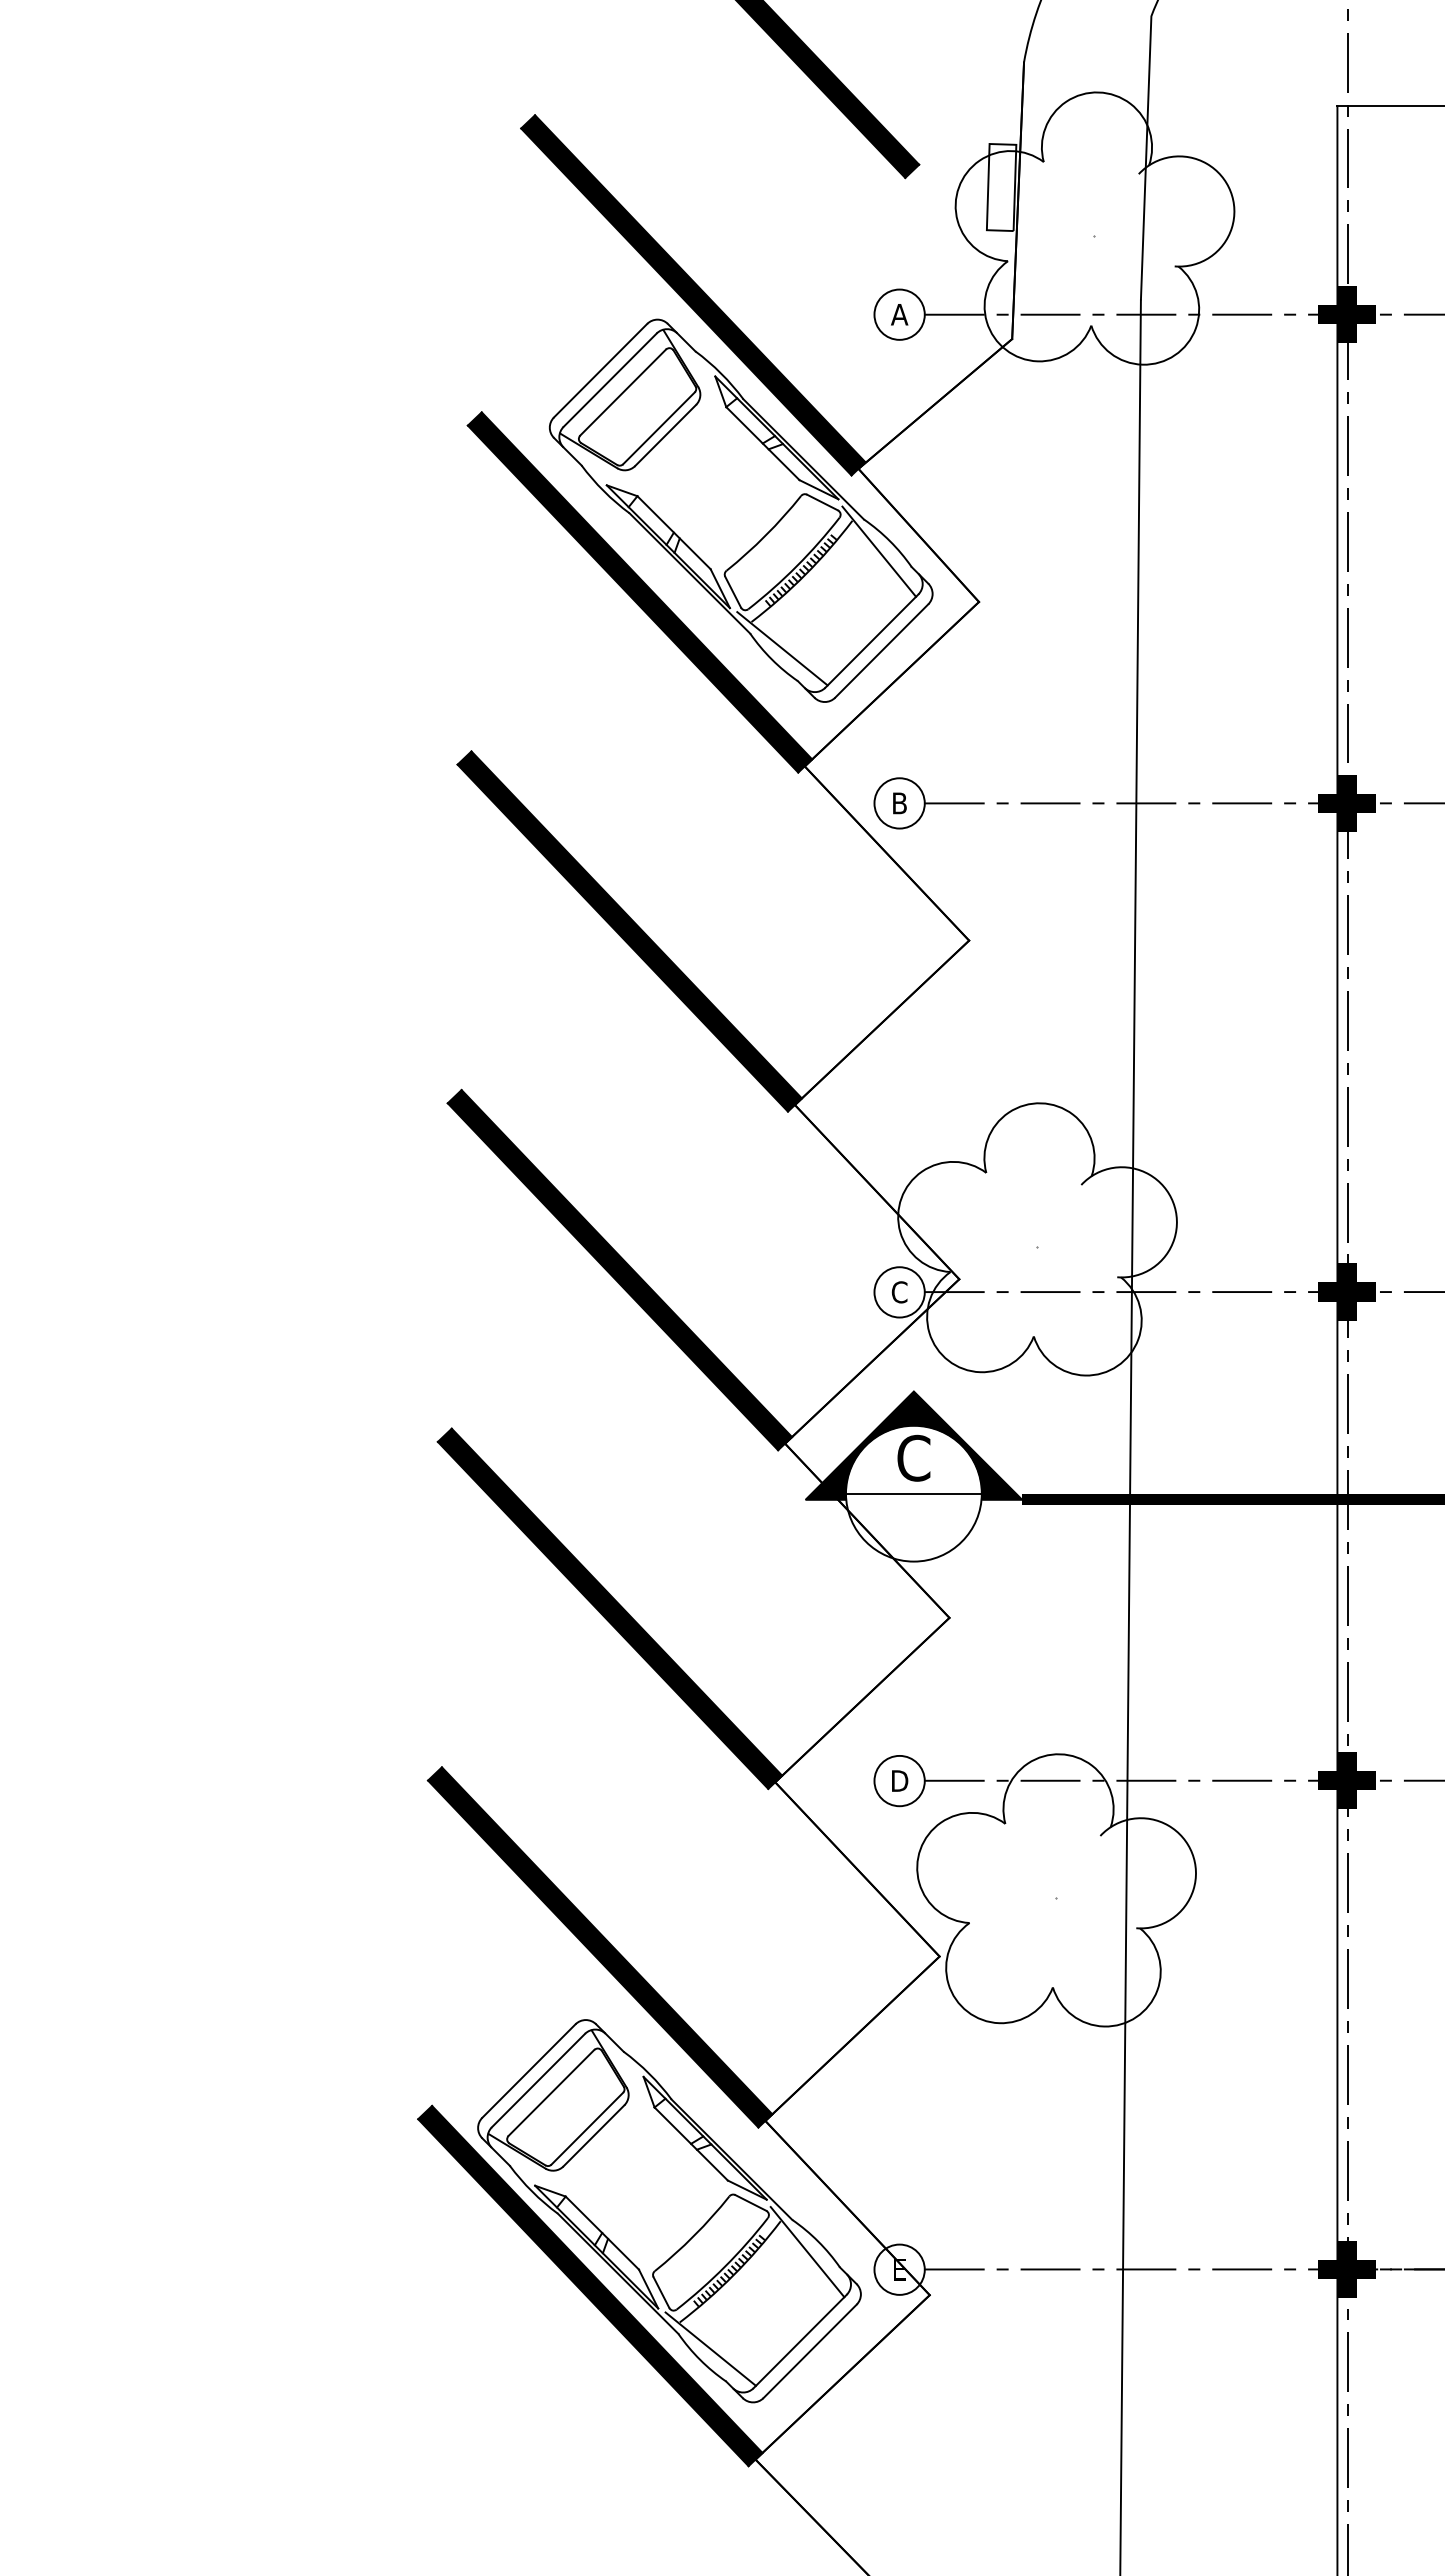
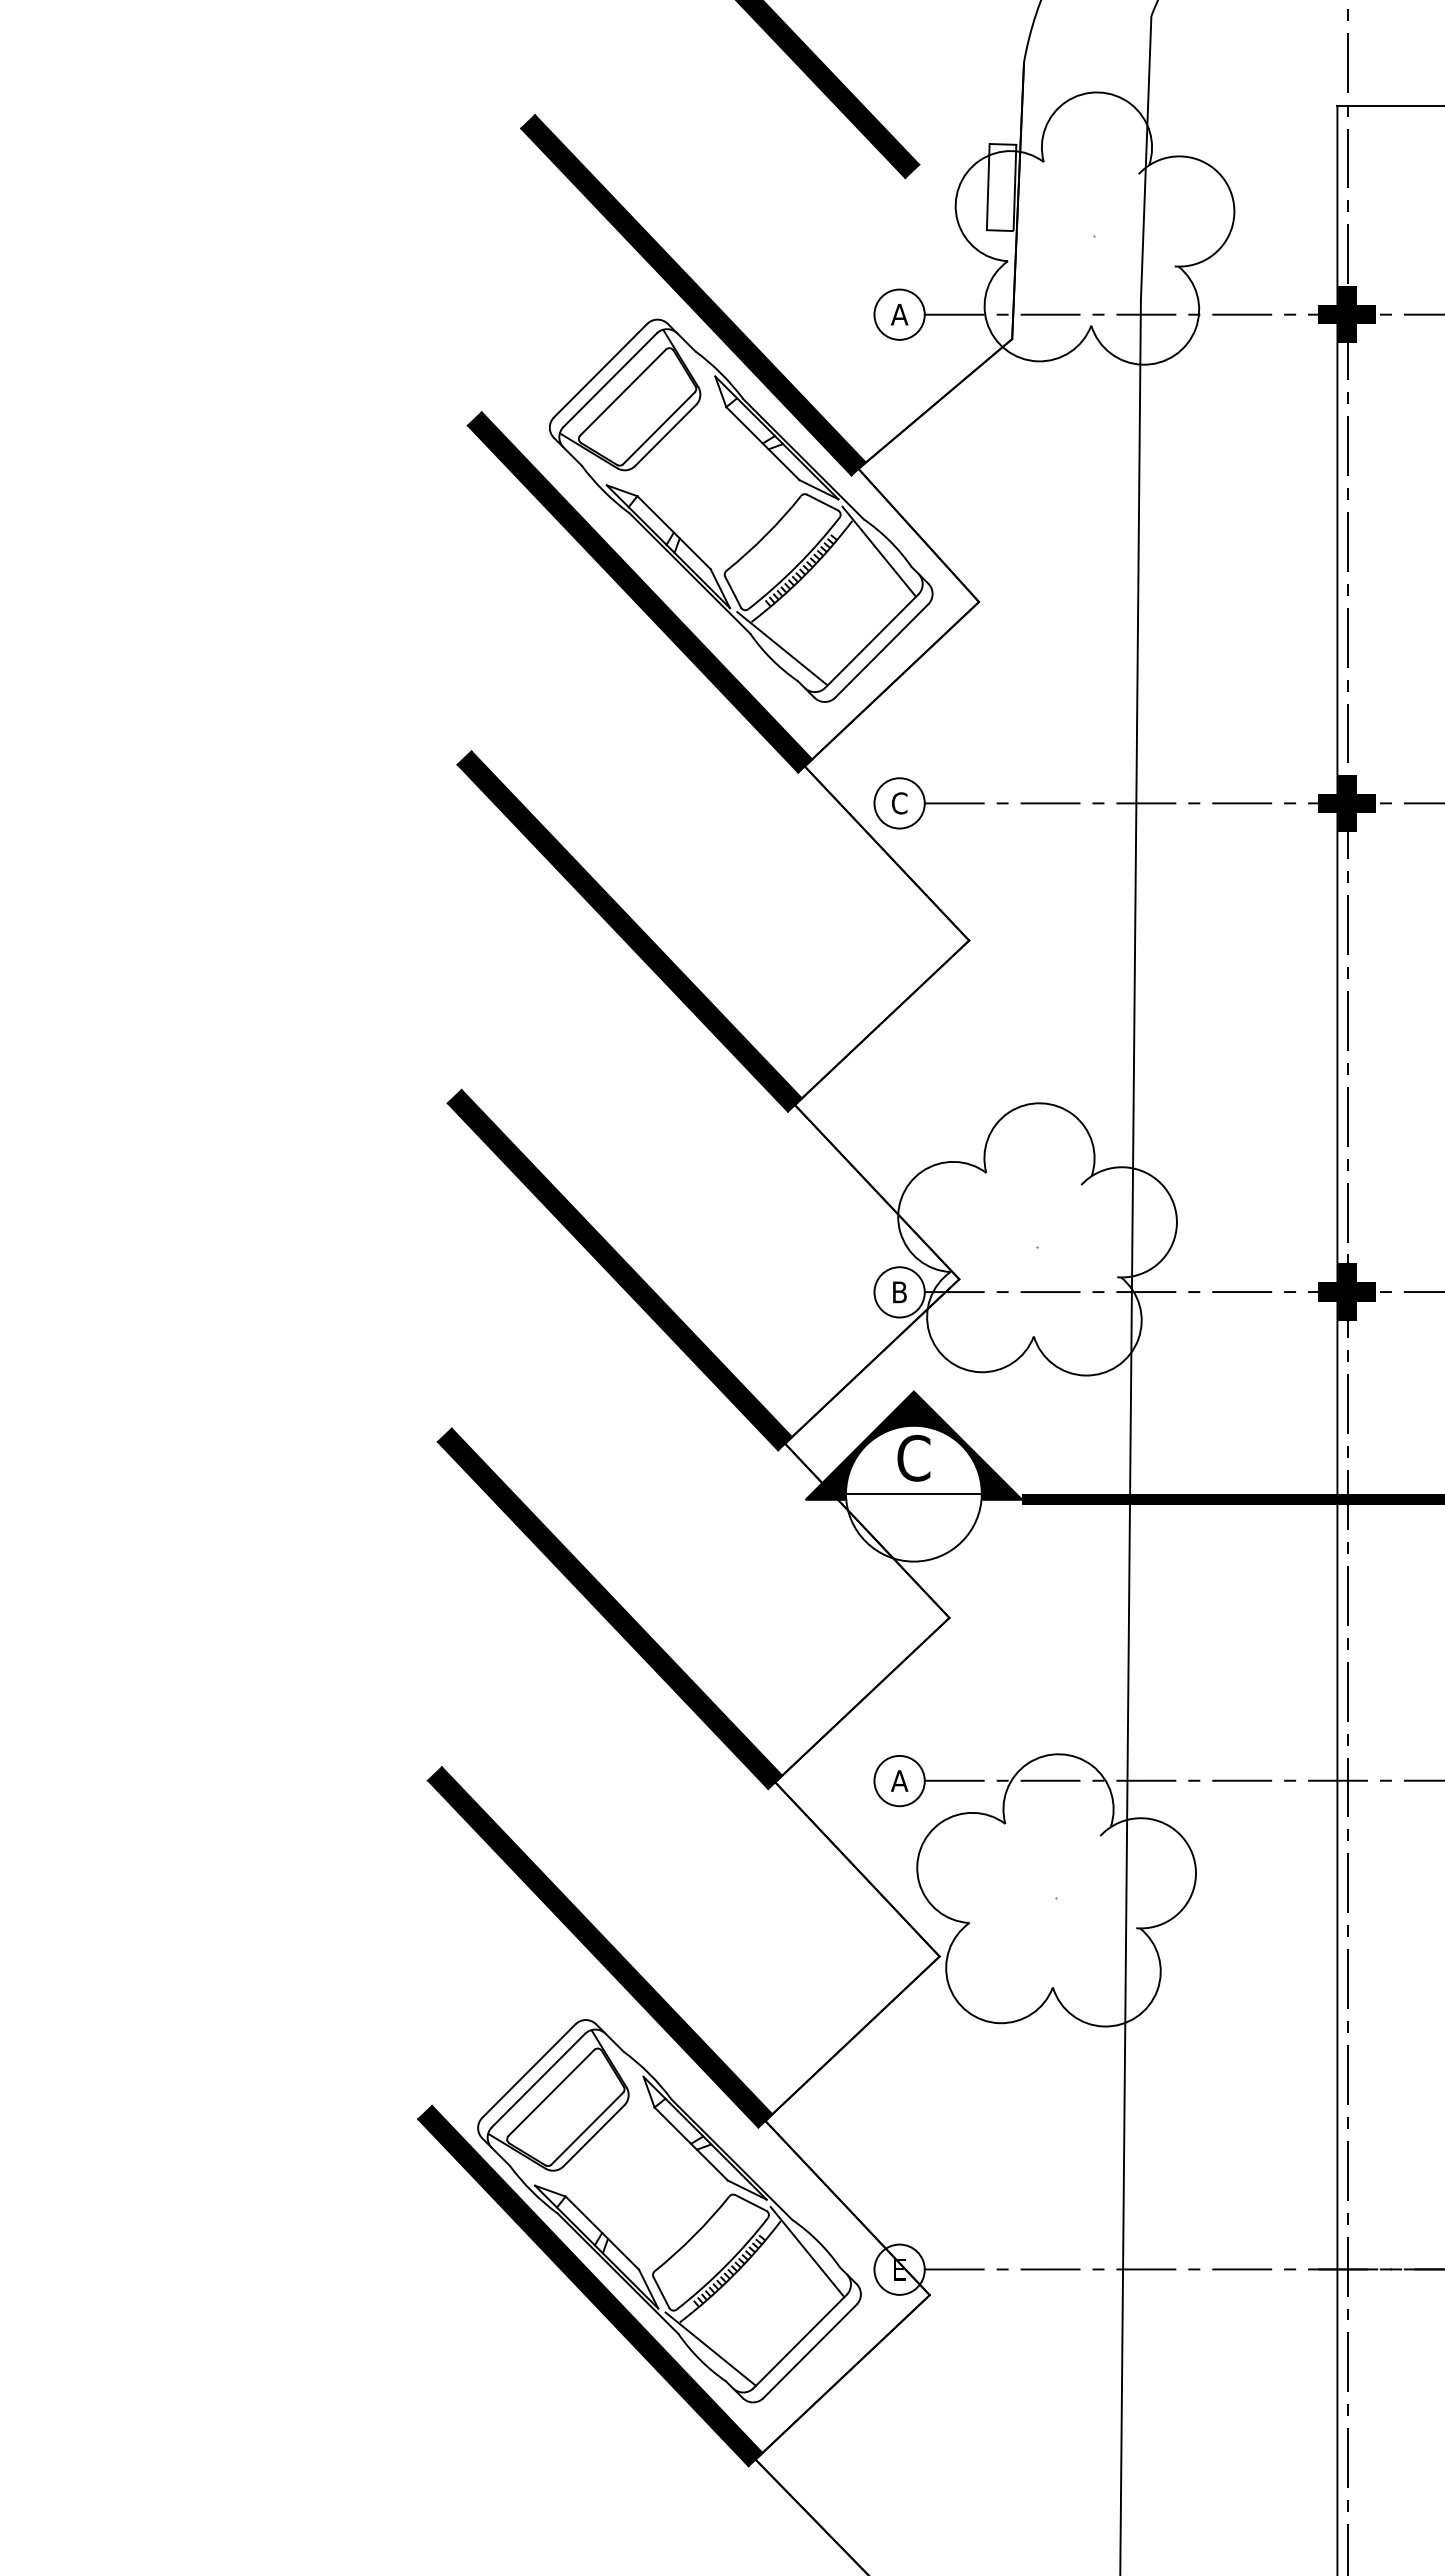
text at (899, 803): B -> C
text at (899, 1292): C -> B
text at (899, 1780): D -> A
fill at (1346, 1780): present -> none
fill at (1346, 2269): present -> none
